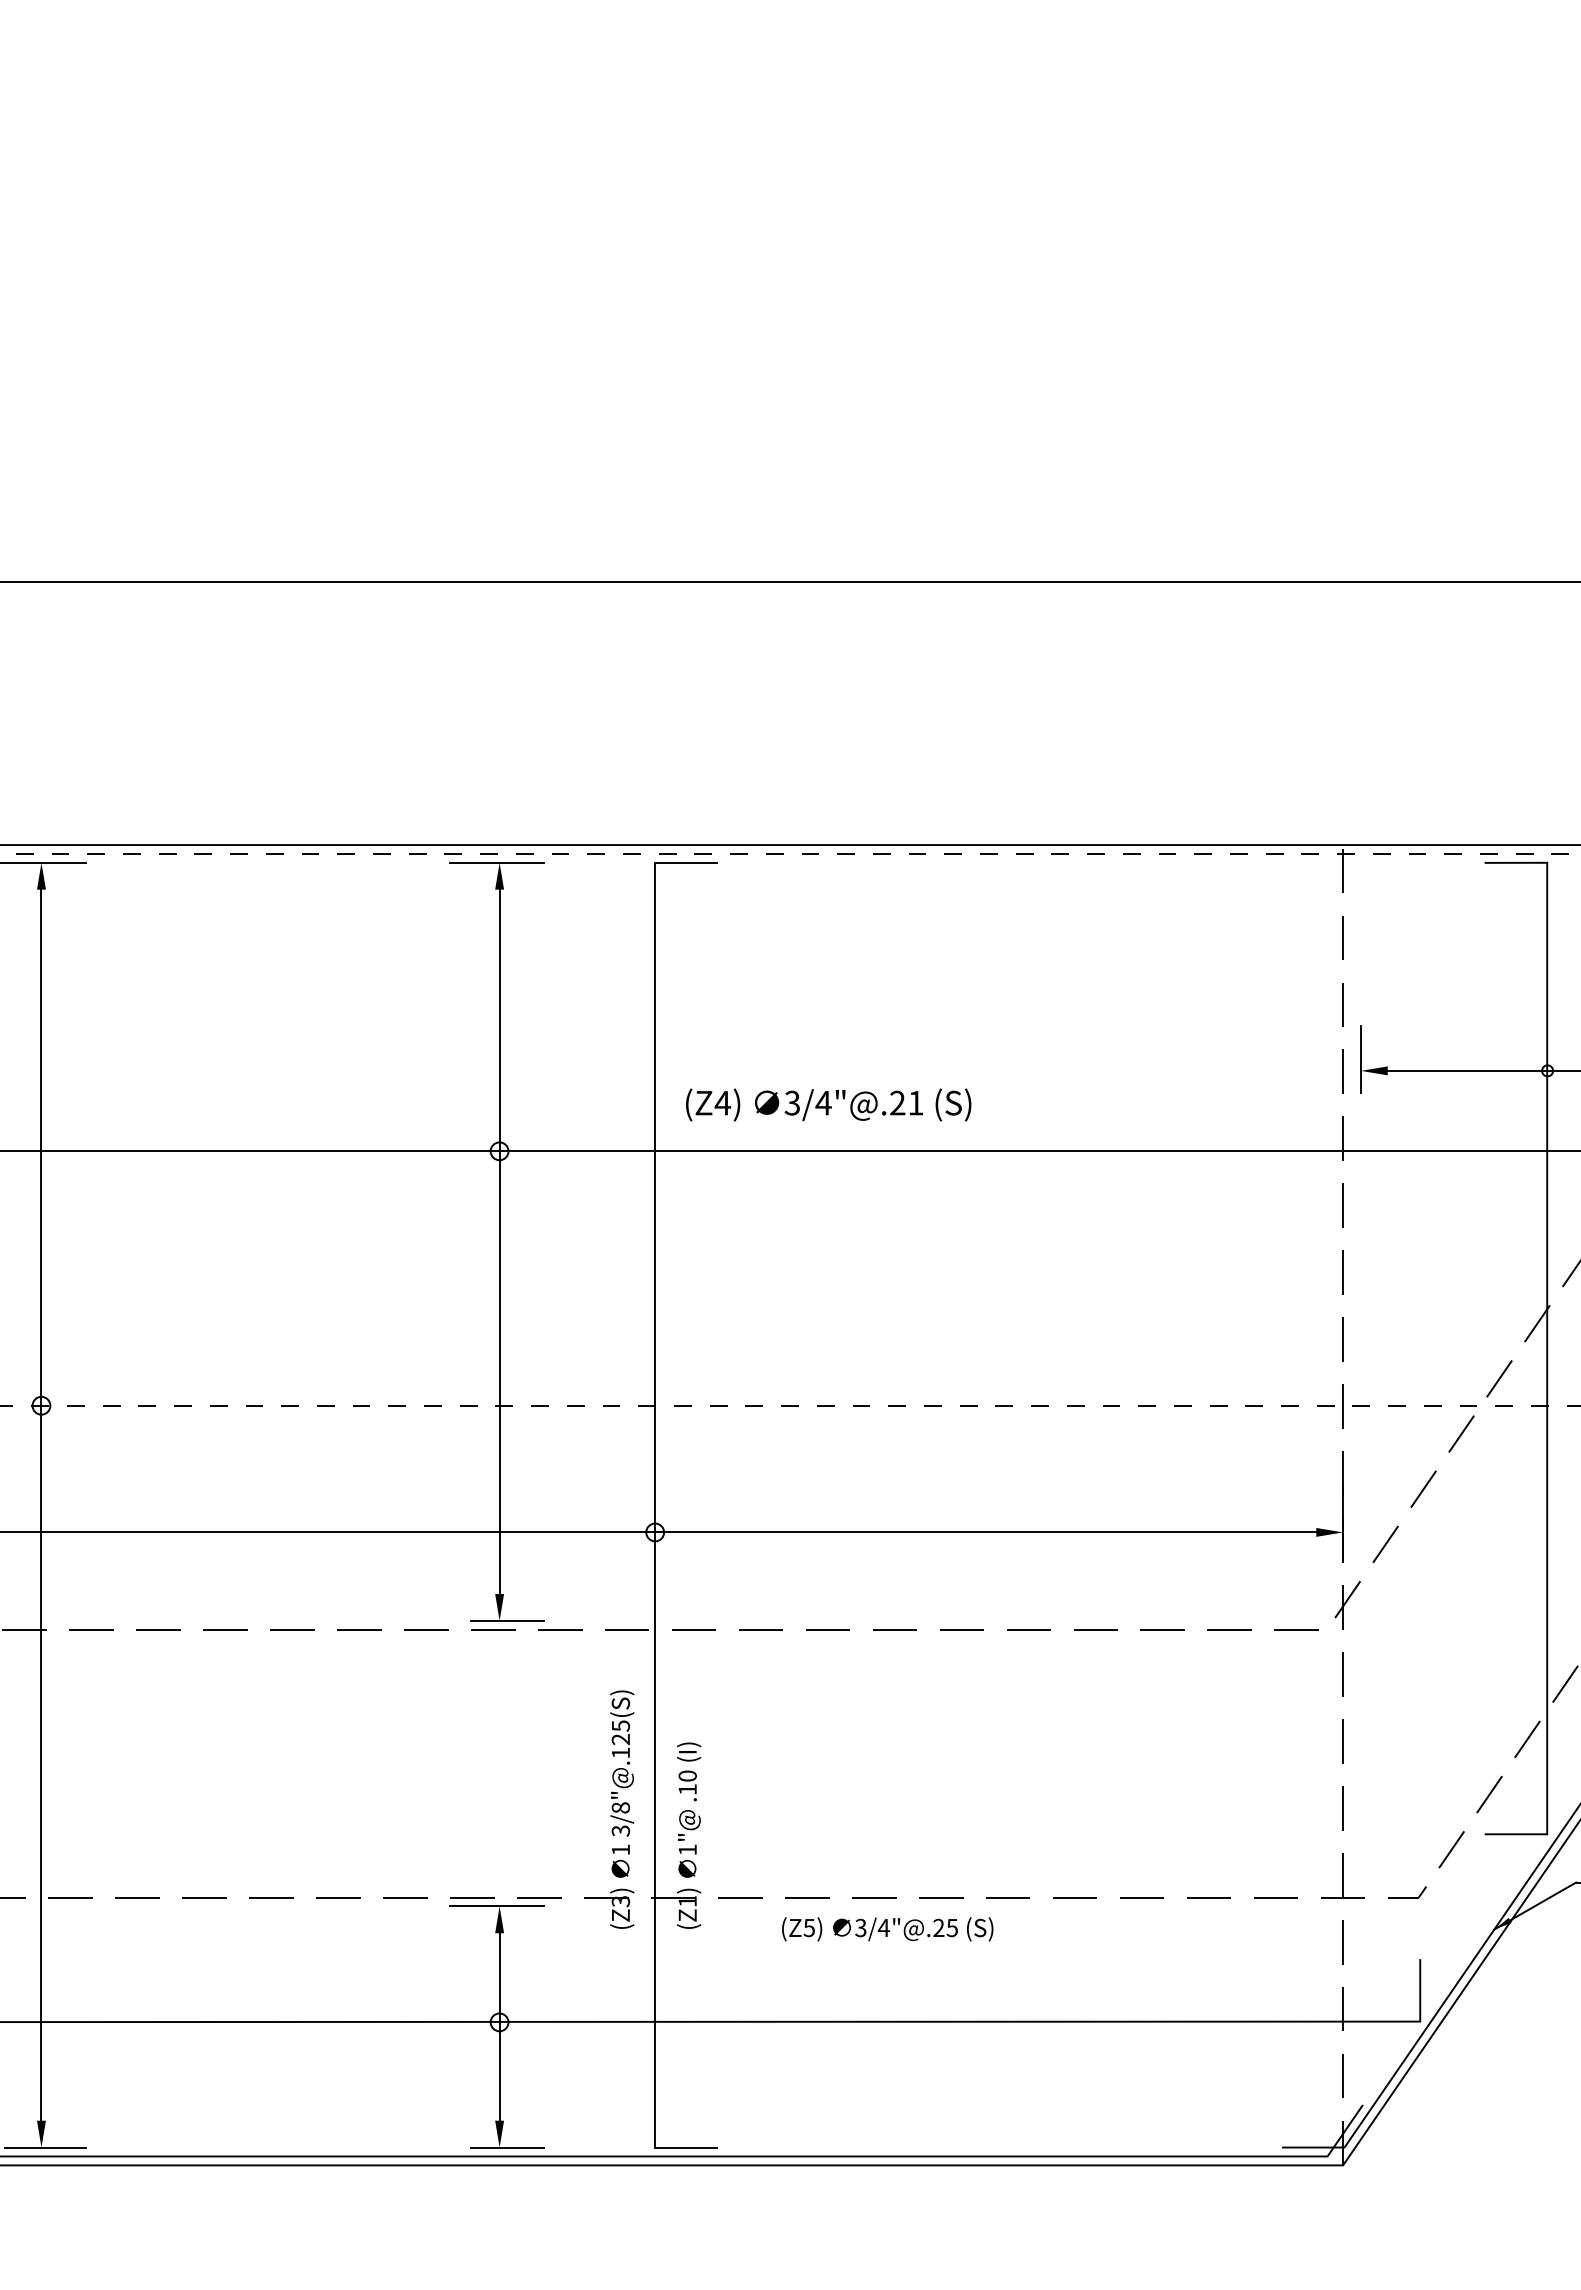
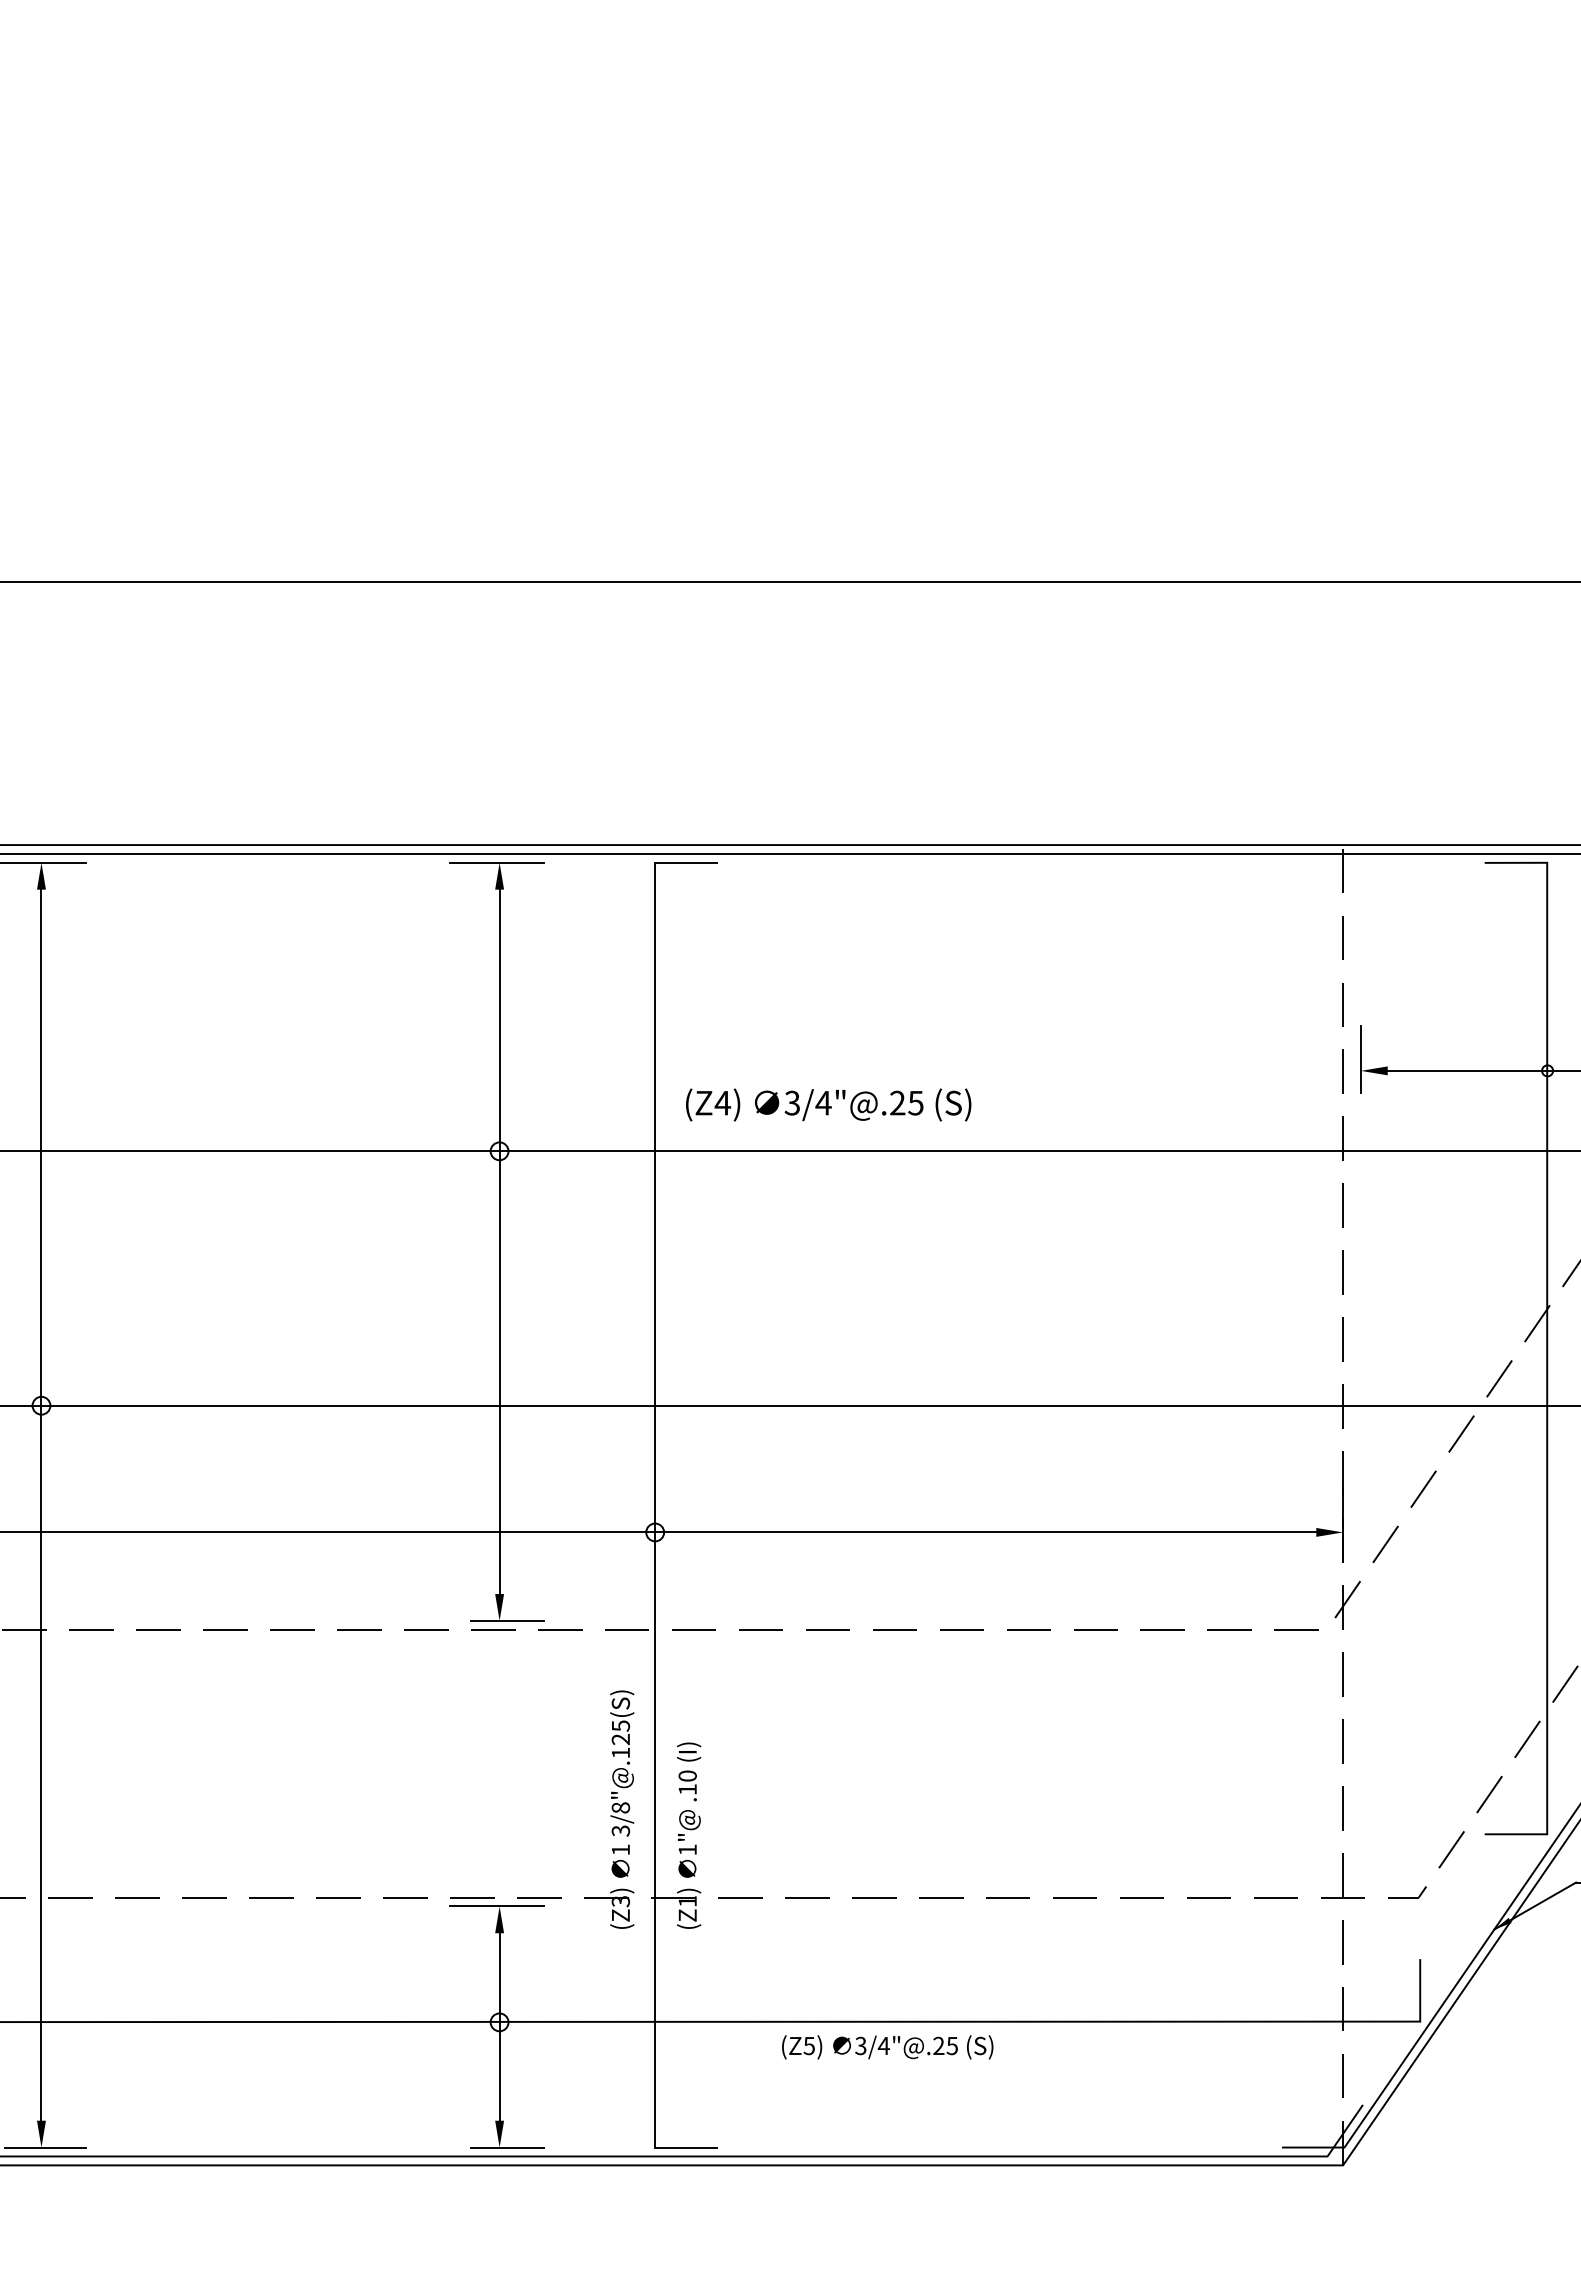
line at (790, 853): dashed -> solid
text at (915, 1103): 3/4"@.21 -> 3/4"@.25
line at (790, 1405): dashed -> solid
text at (887, 1929) position: (887, 1929) -> (887, 2047)
